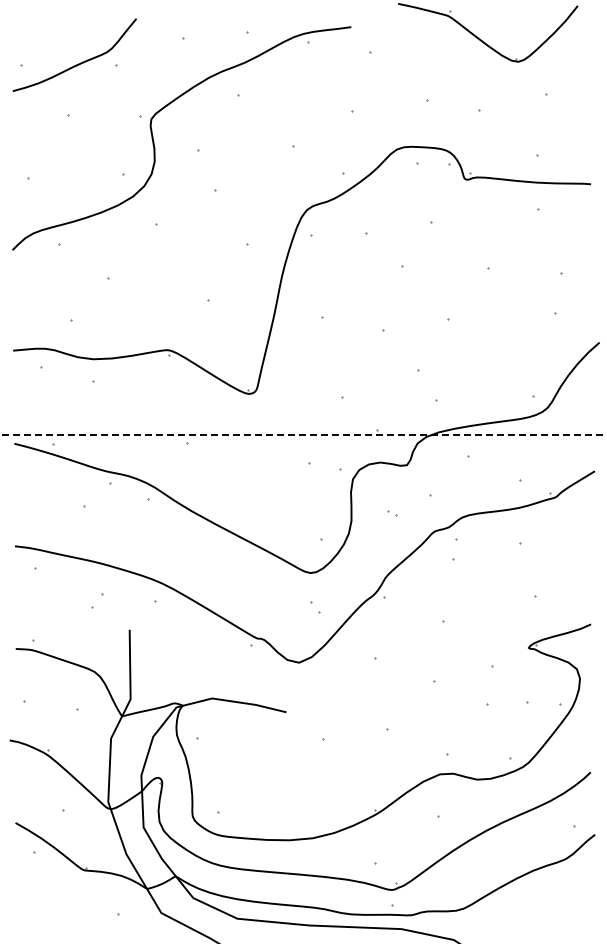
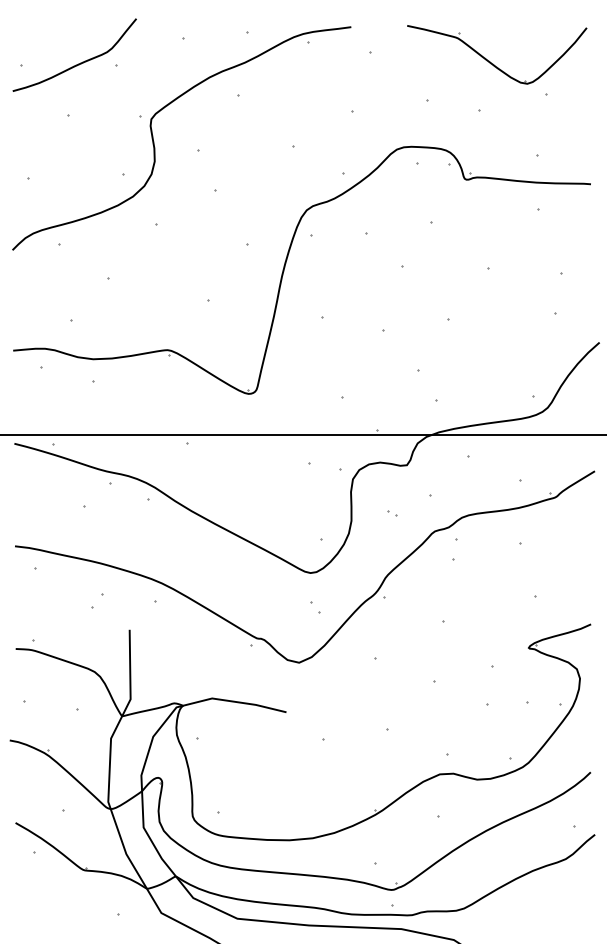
part at (484, 41) position: (484, 41) -> (493, 63)
line at (303, 434): dashed -> solid
